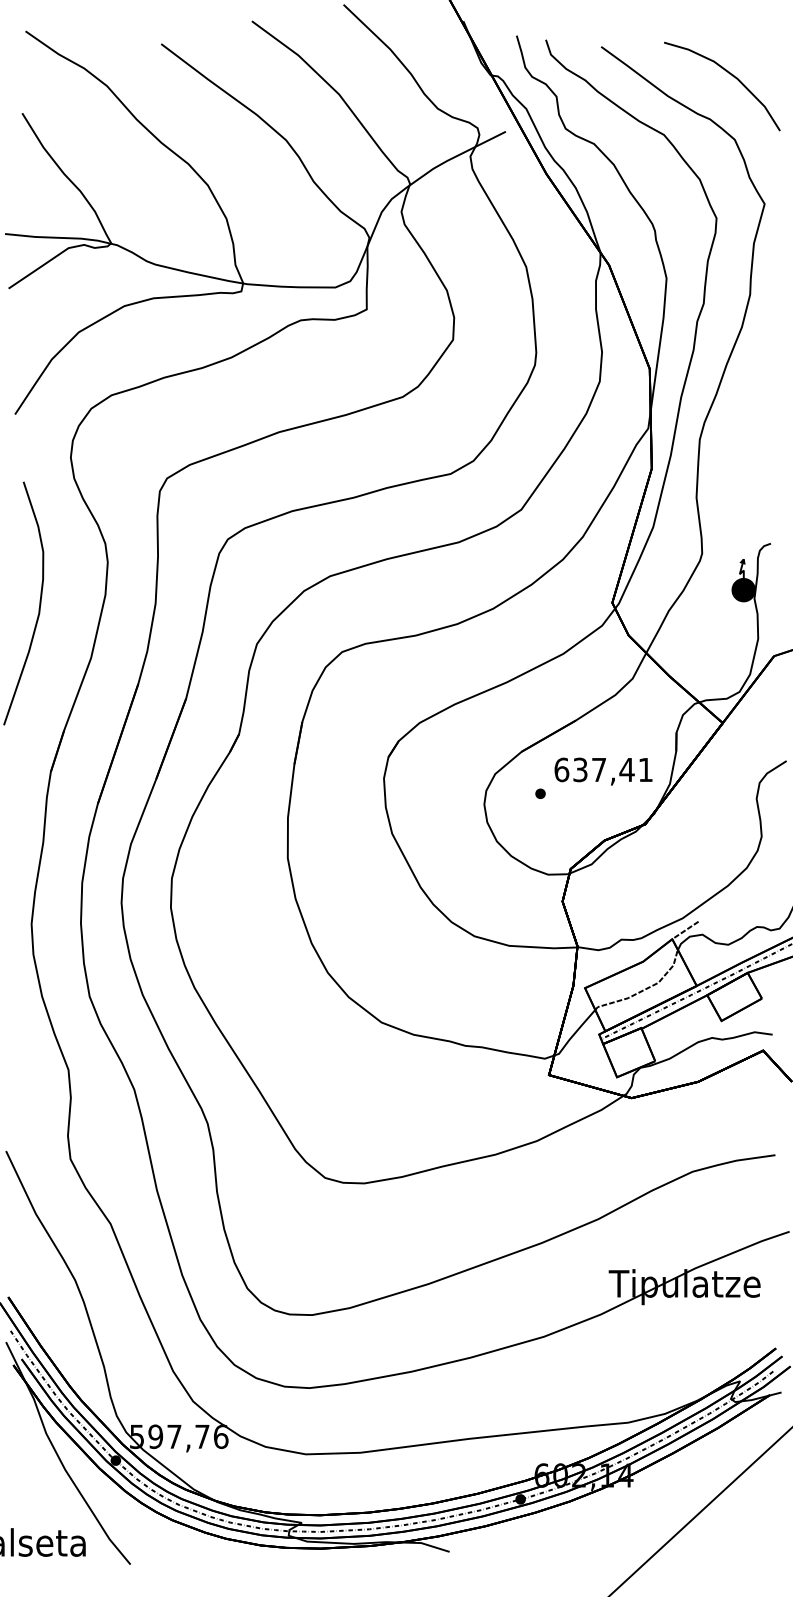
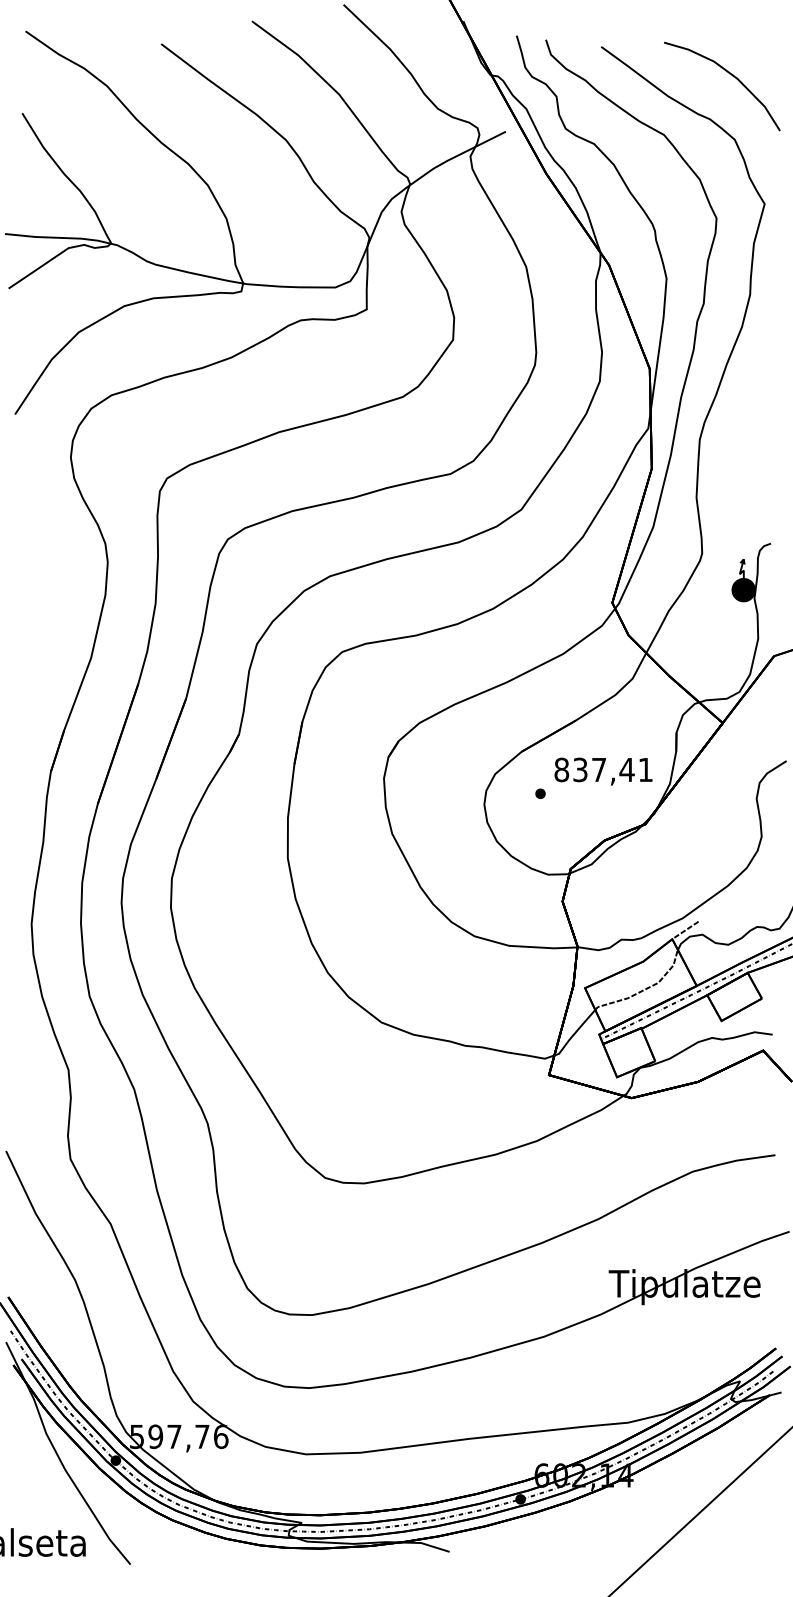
curve at (38, 608): present -> none
text at (561, 769): 637,41 -> 837,41
